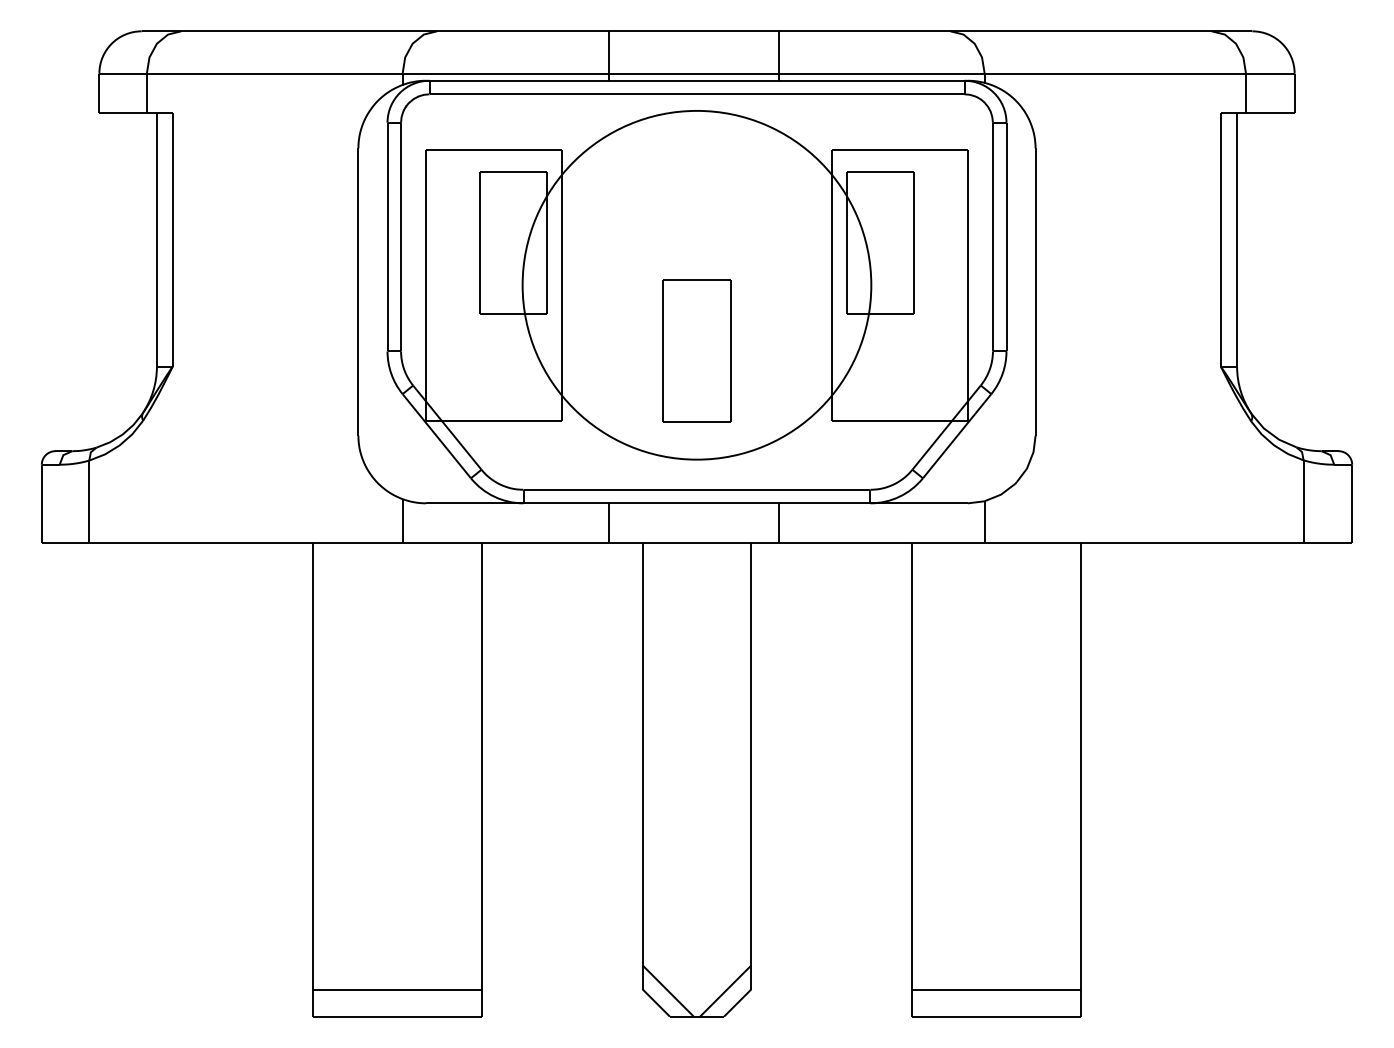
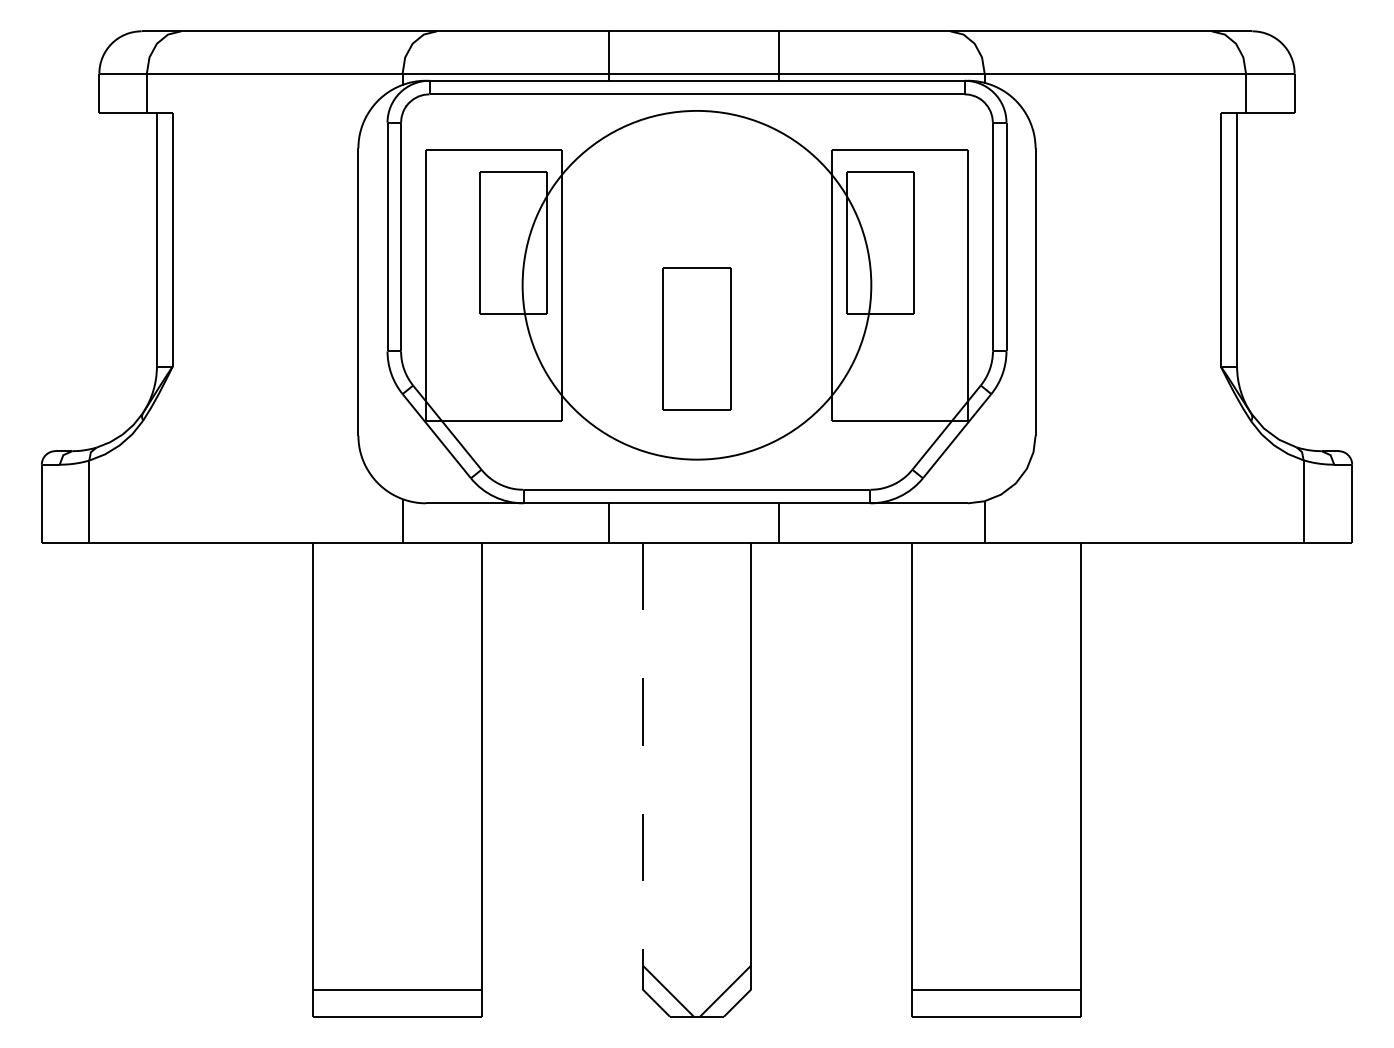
part at (696, 350) position: (696, 350) -> (696, 338)
line at (642, 754): solid -> dashed
